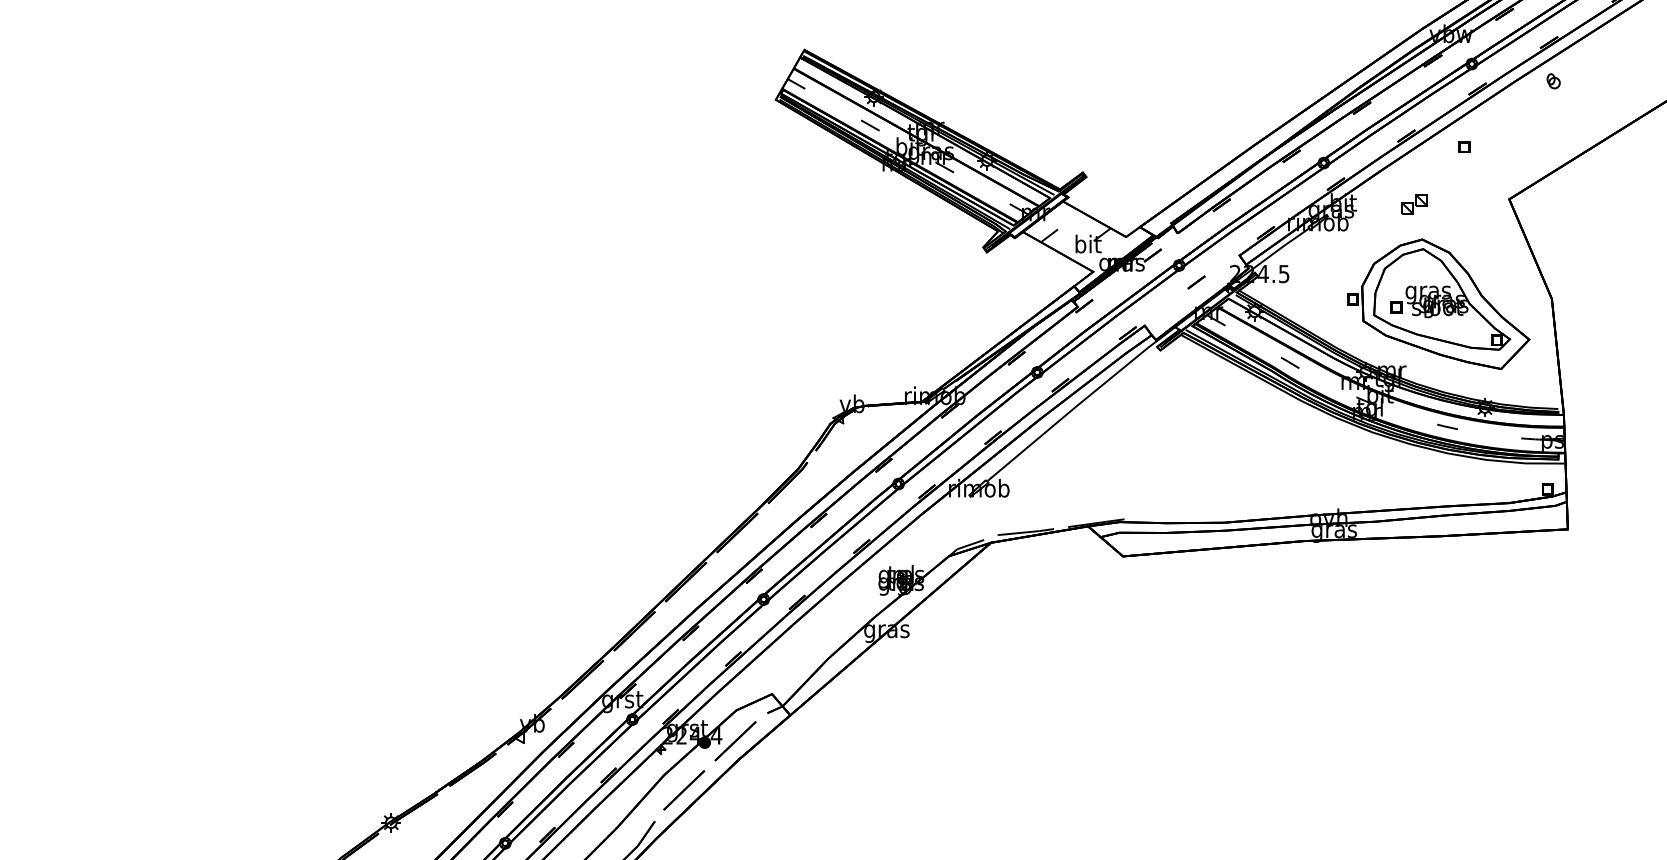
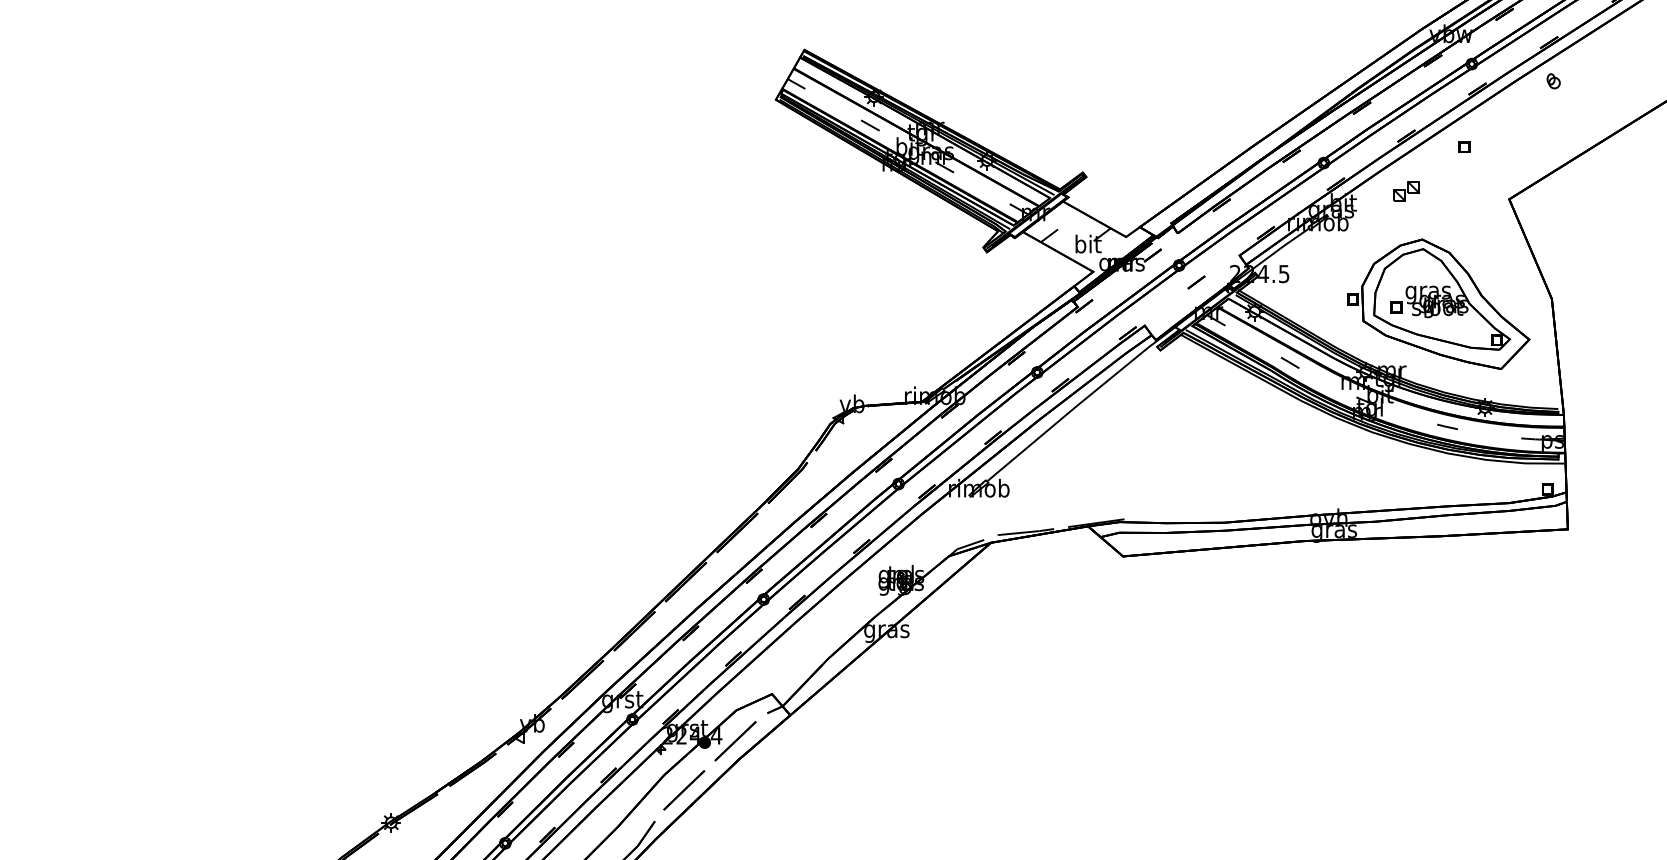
part at (1414, 204) position: (1414, 204) -> (1406, 191)
